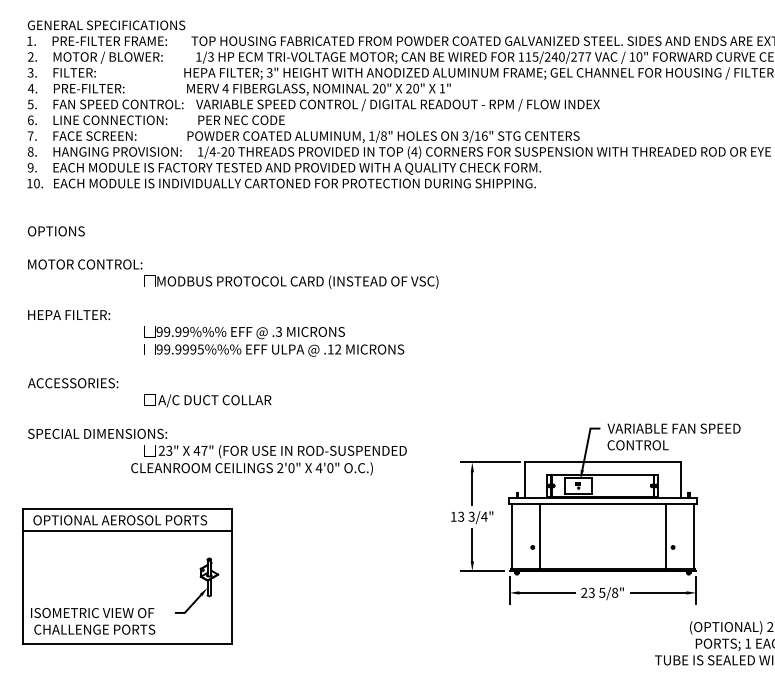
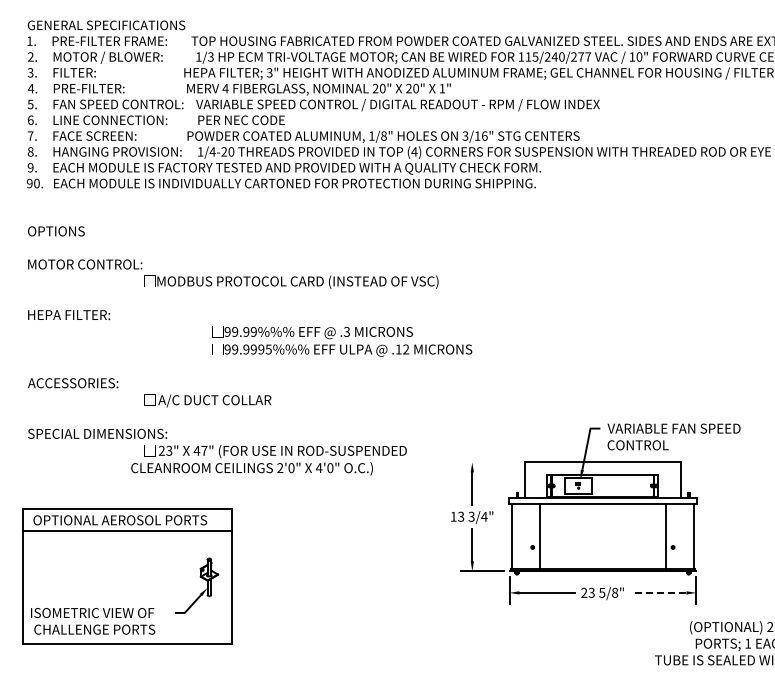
text at (29, 183): 10. -> 90.
text at (274, 341) position: (274, 341) -> (342, 341)
line at (490, 462): present -> none
line at (658, 592): solid -> dashed
